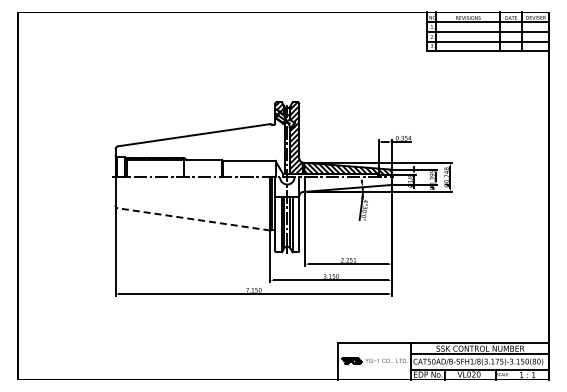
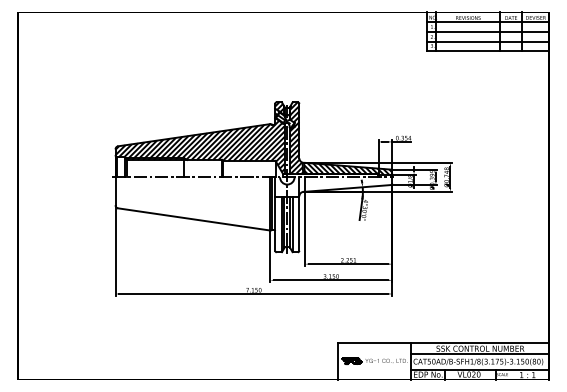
hatch at (199, 144): none -> present
line at (194, 219): dashed -> solid
